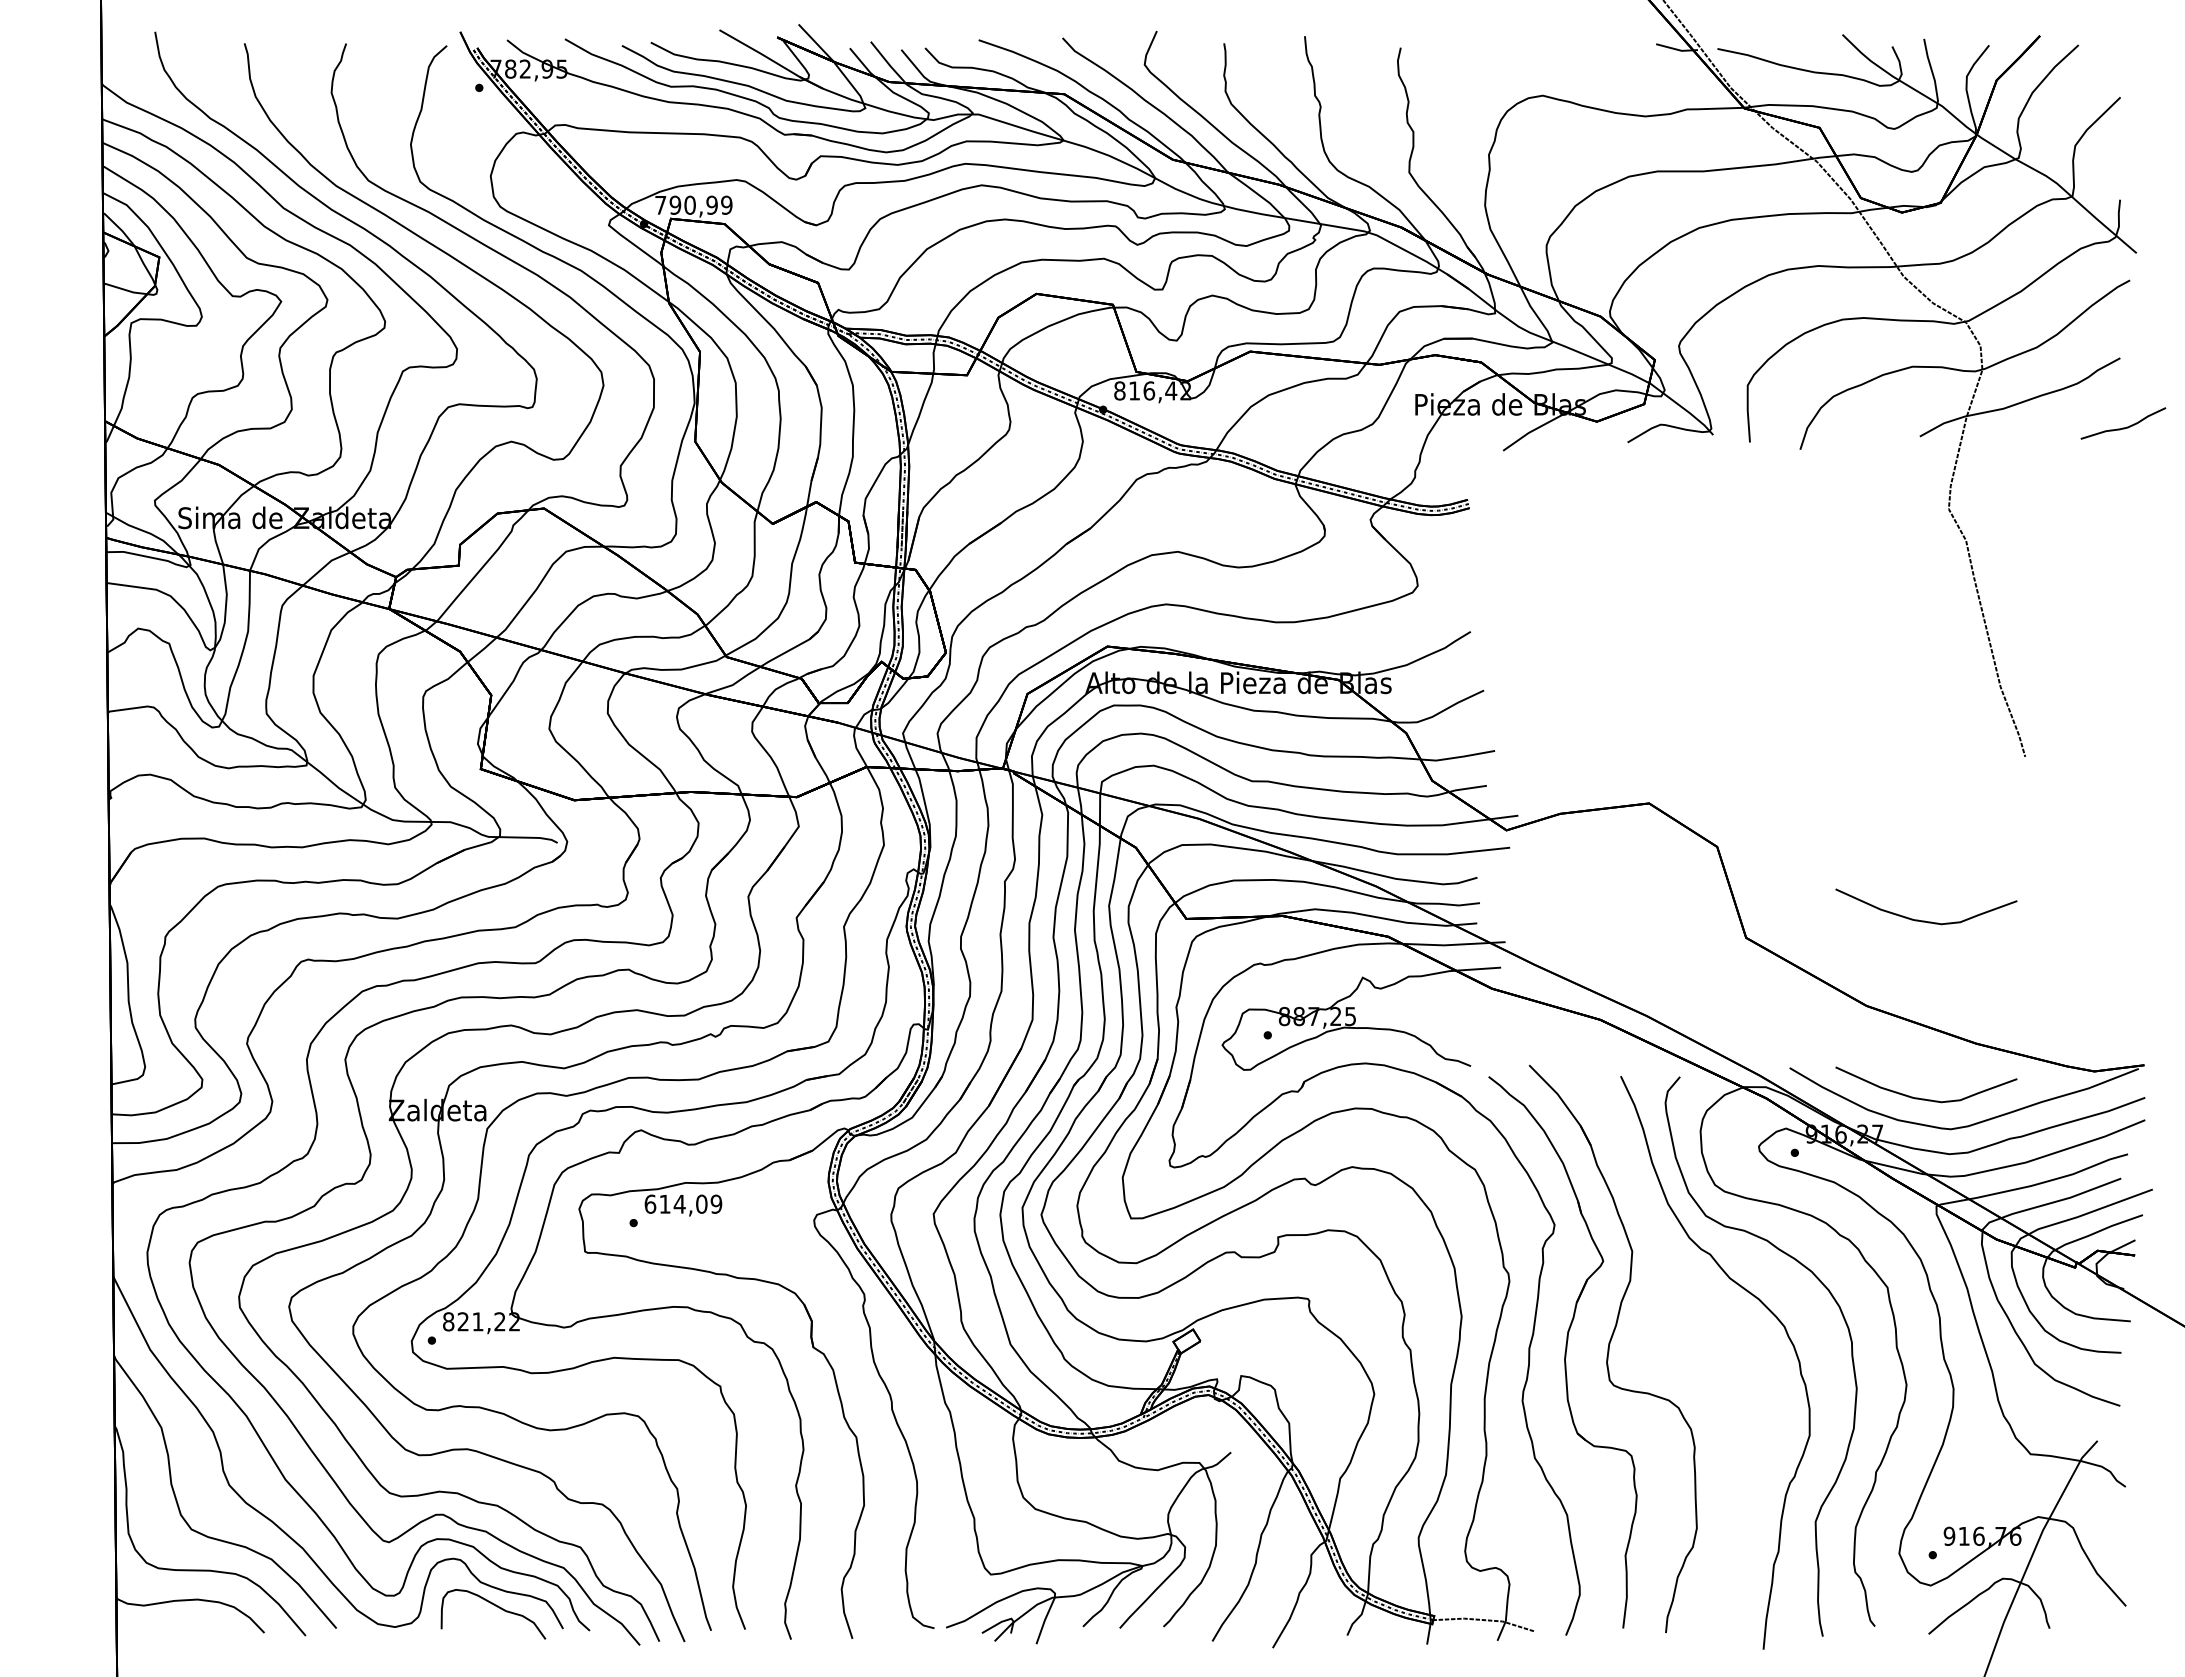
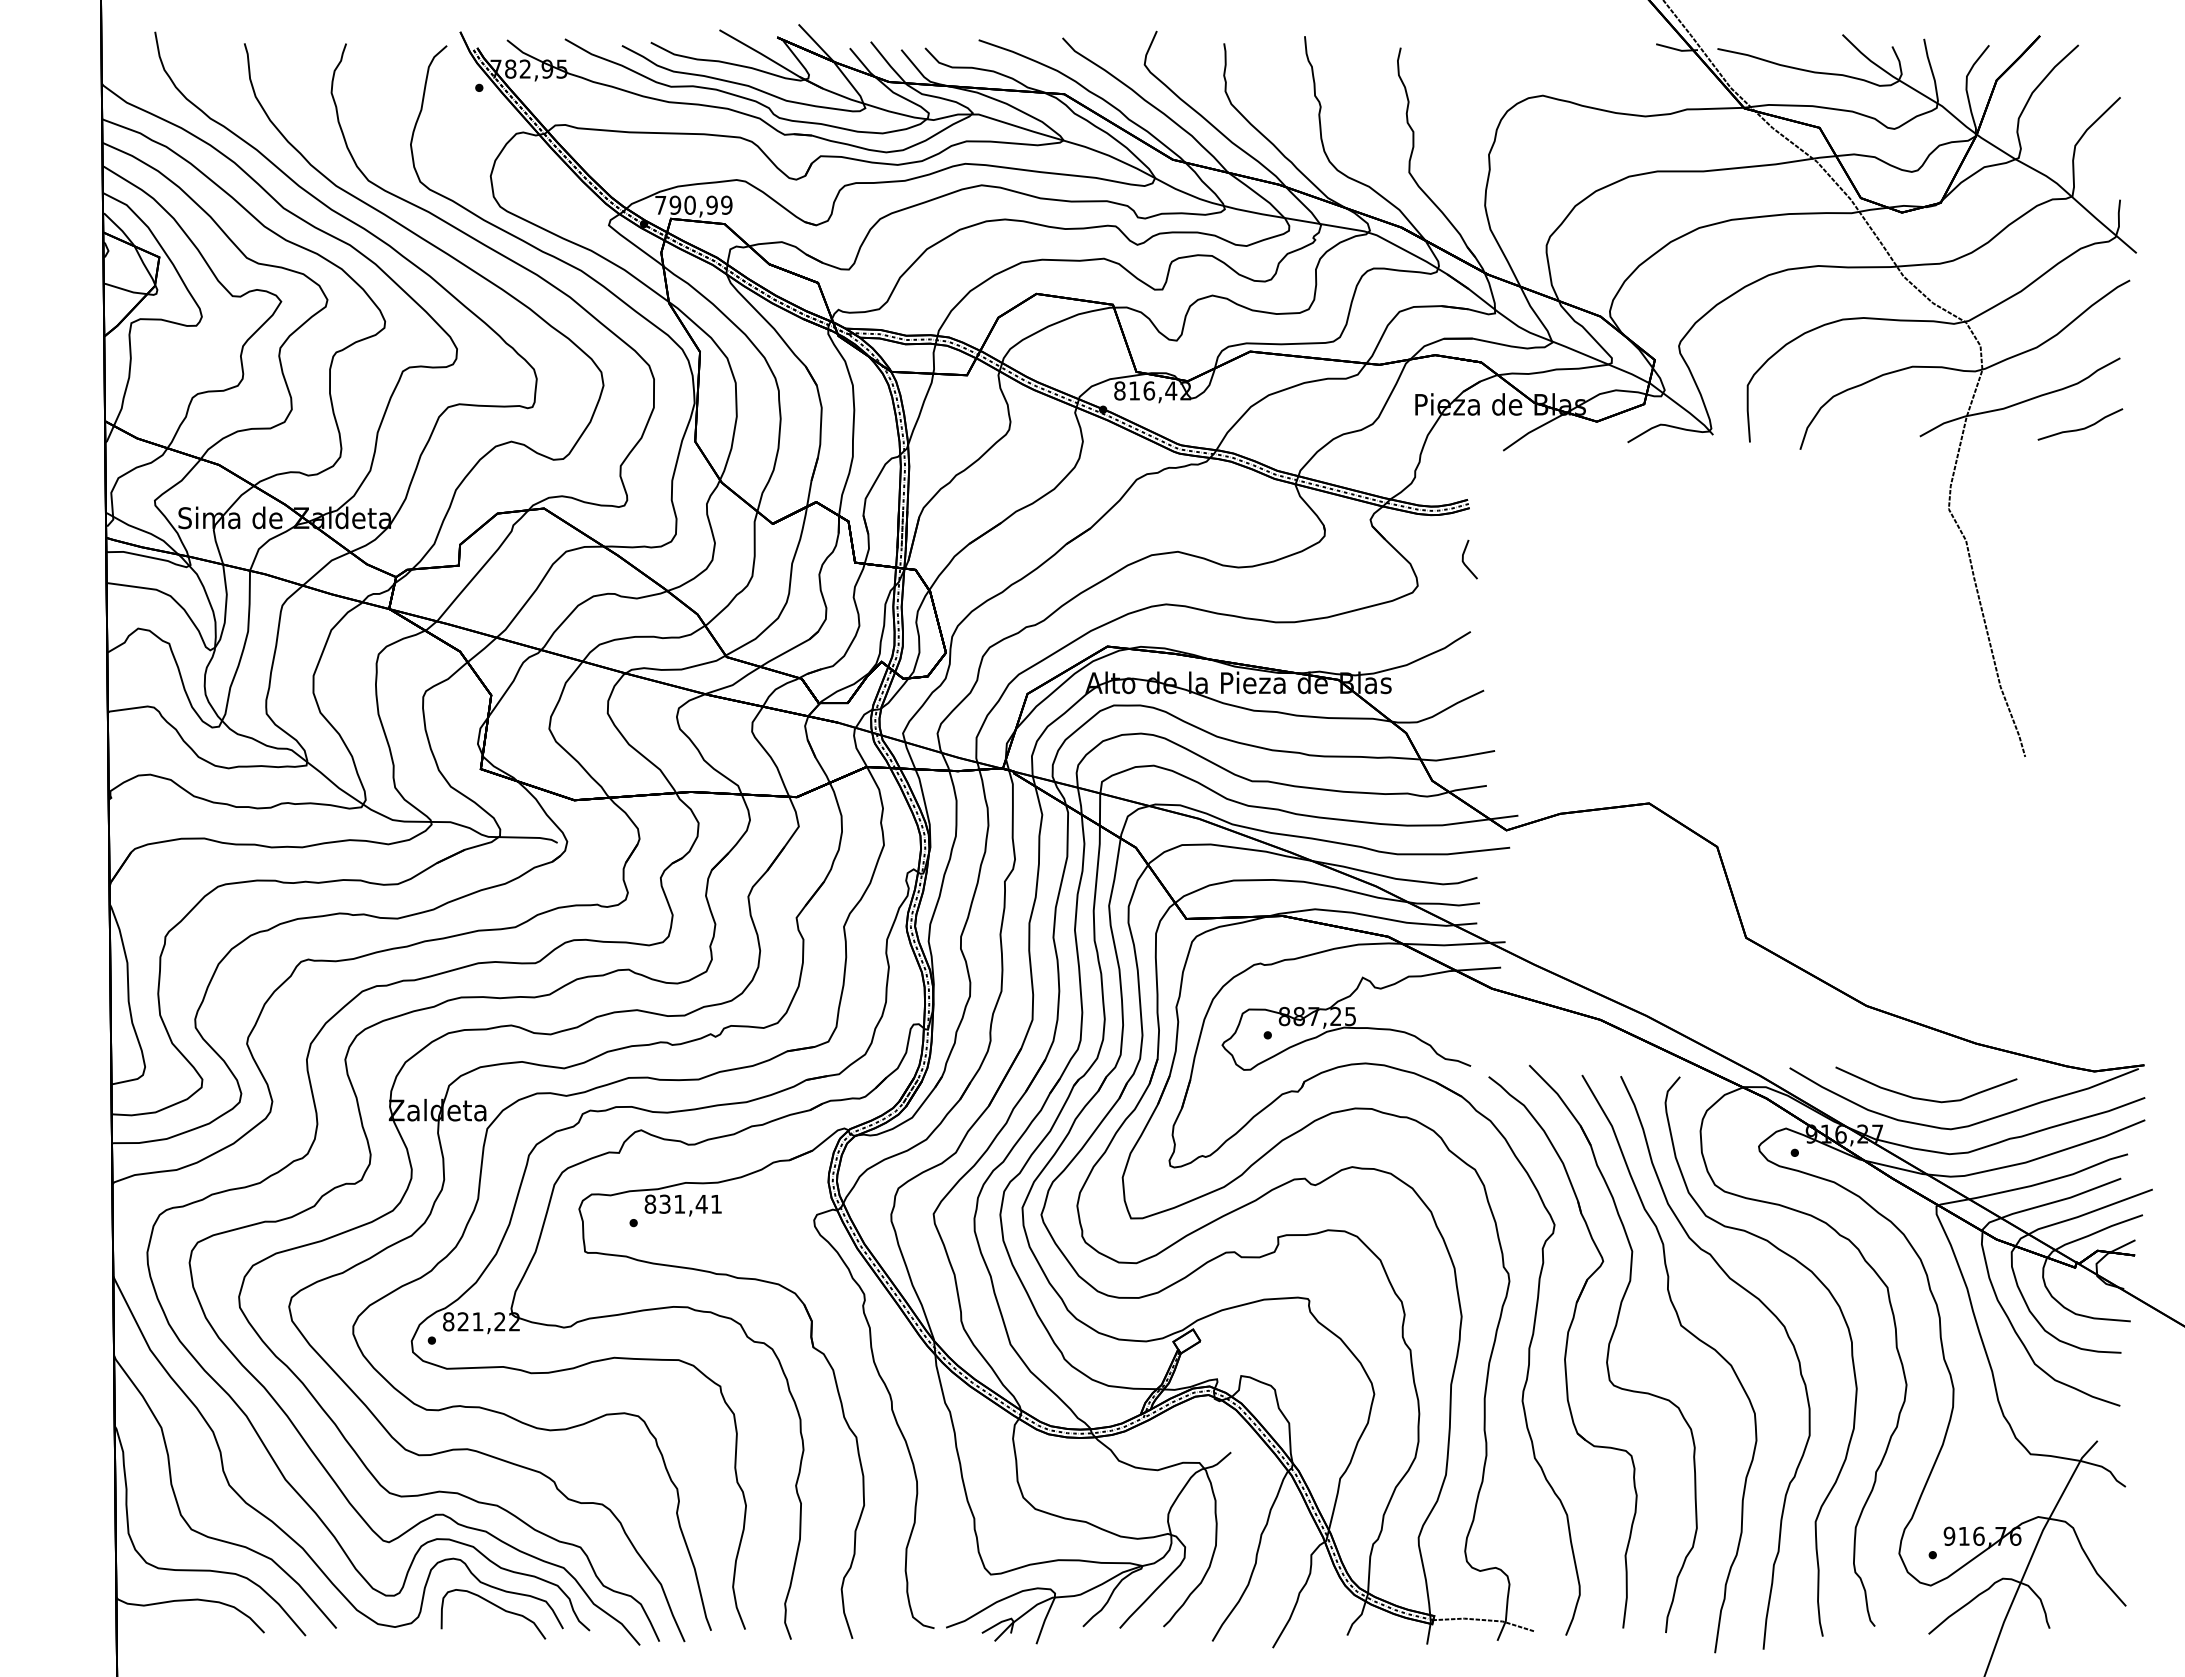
curve at (2123, 427) position: (2123, 427) -> (2080, 428)
line at (1465, 563): none -> present
curve at (1925, 920): present -> none
text at (683, 1203): 614,09 -> 831,41
curve at (1689, 1333): none -> present
